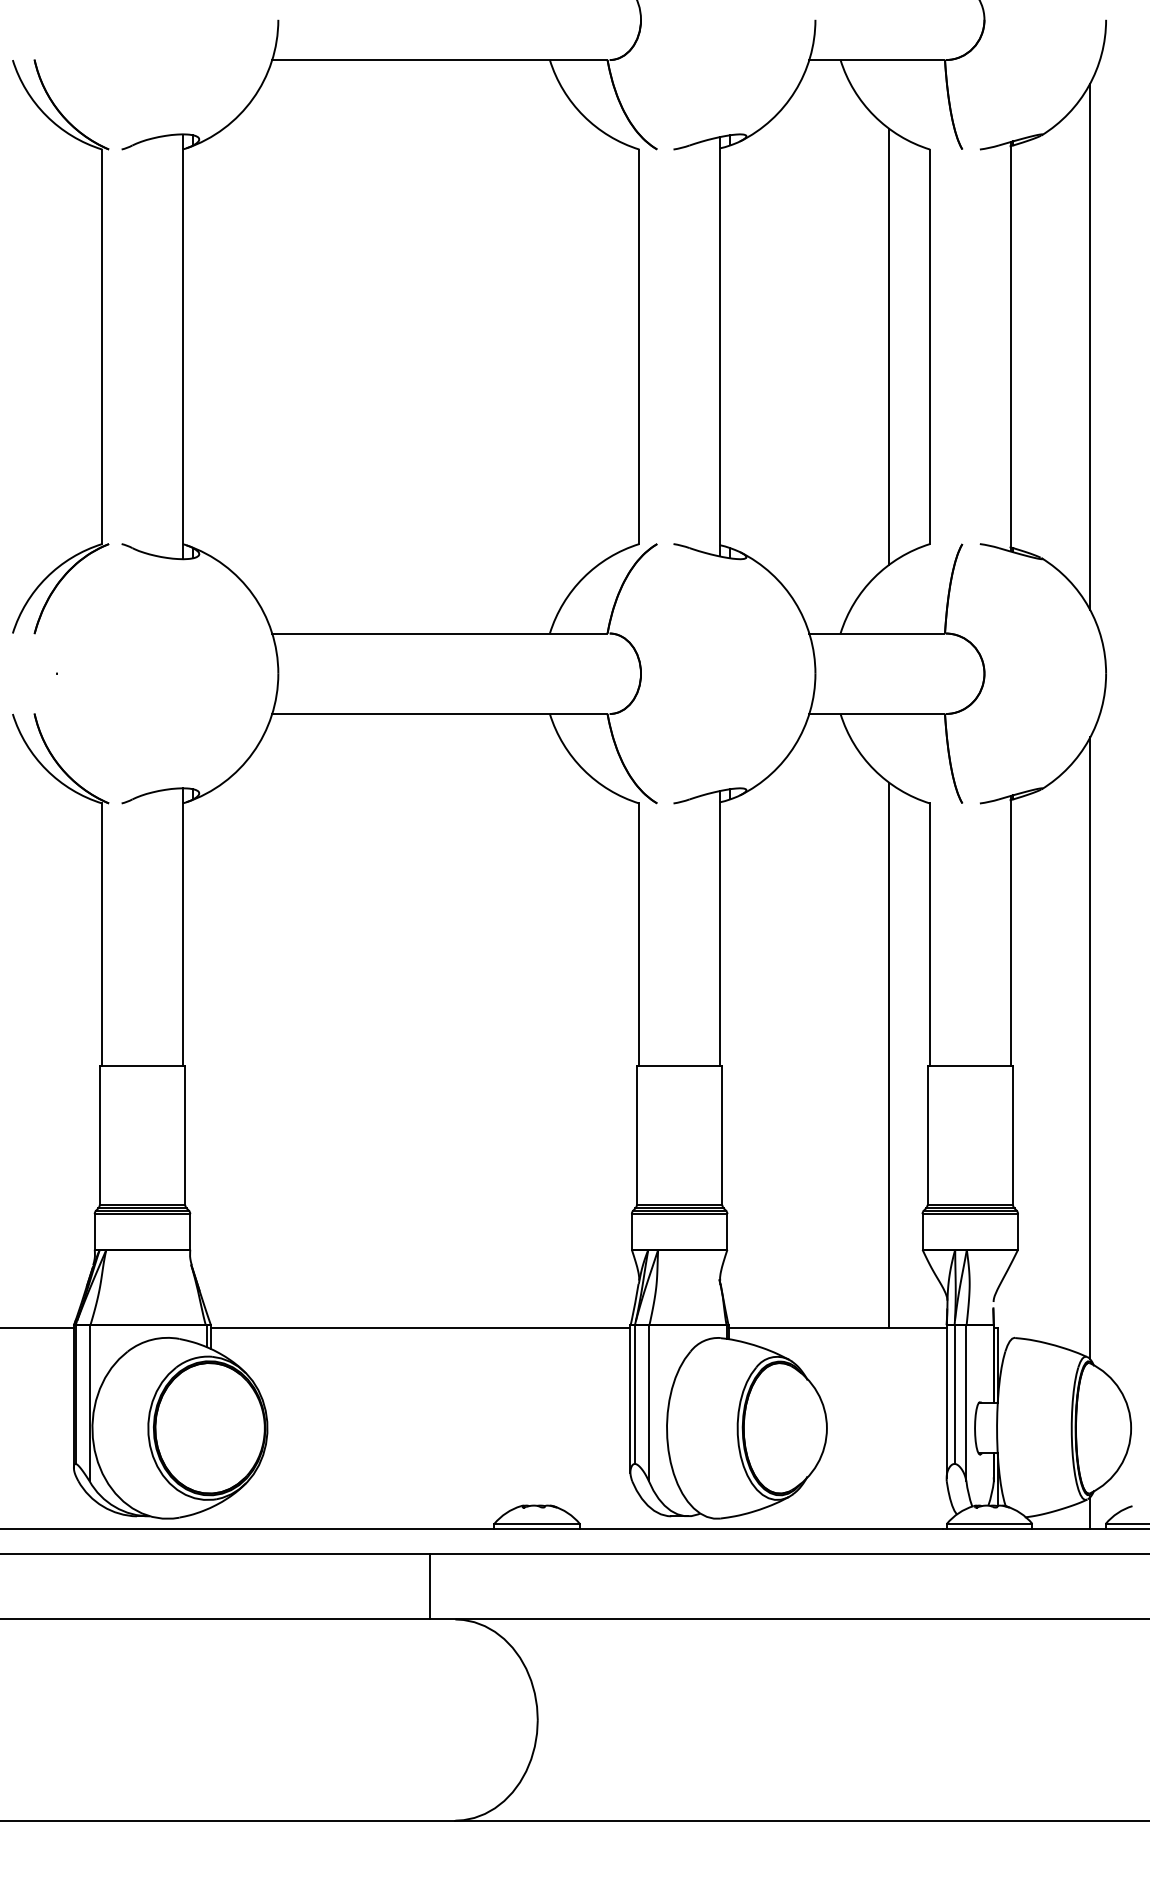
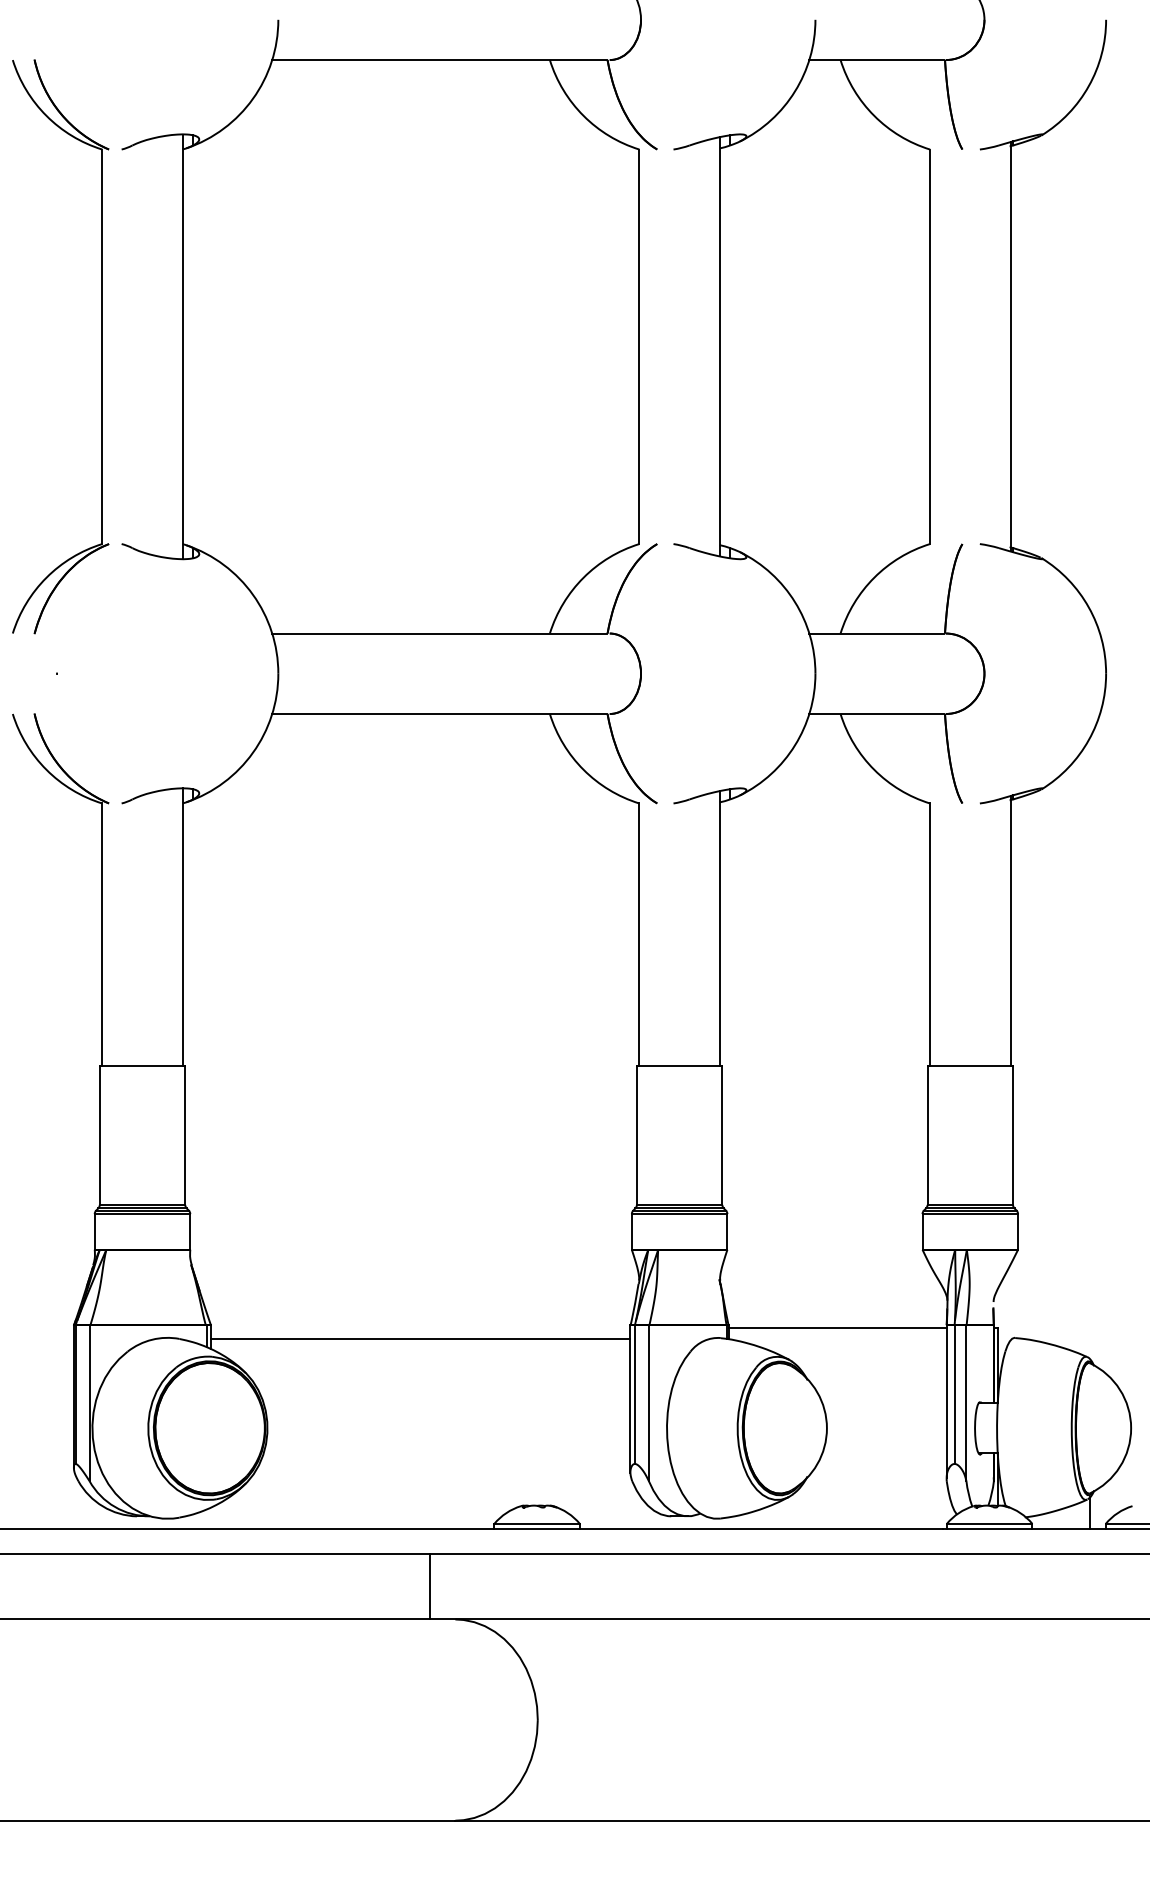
line at (889, 346): present -> none
line at (1090, 346): present -> none
line at (1090, 1048): present -> none
line at (889, 1054): present -> none
line at (37, 1327): present -> none
line at (420, 1327) position: (420, 1327) -> (420, 1338)
